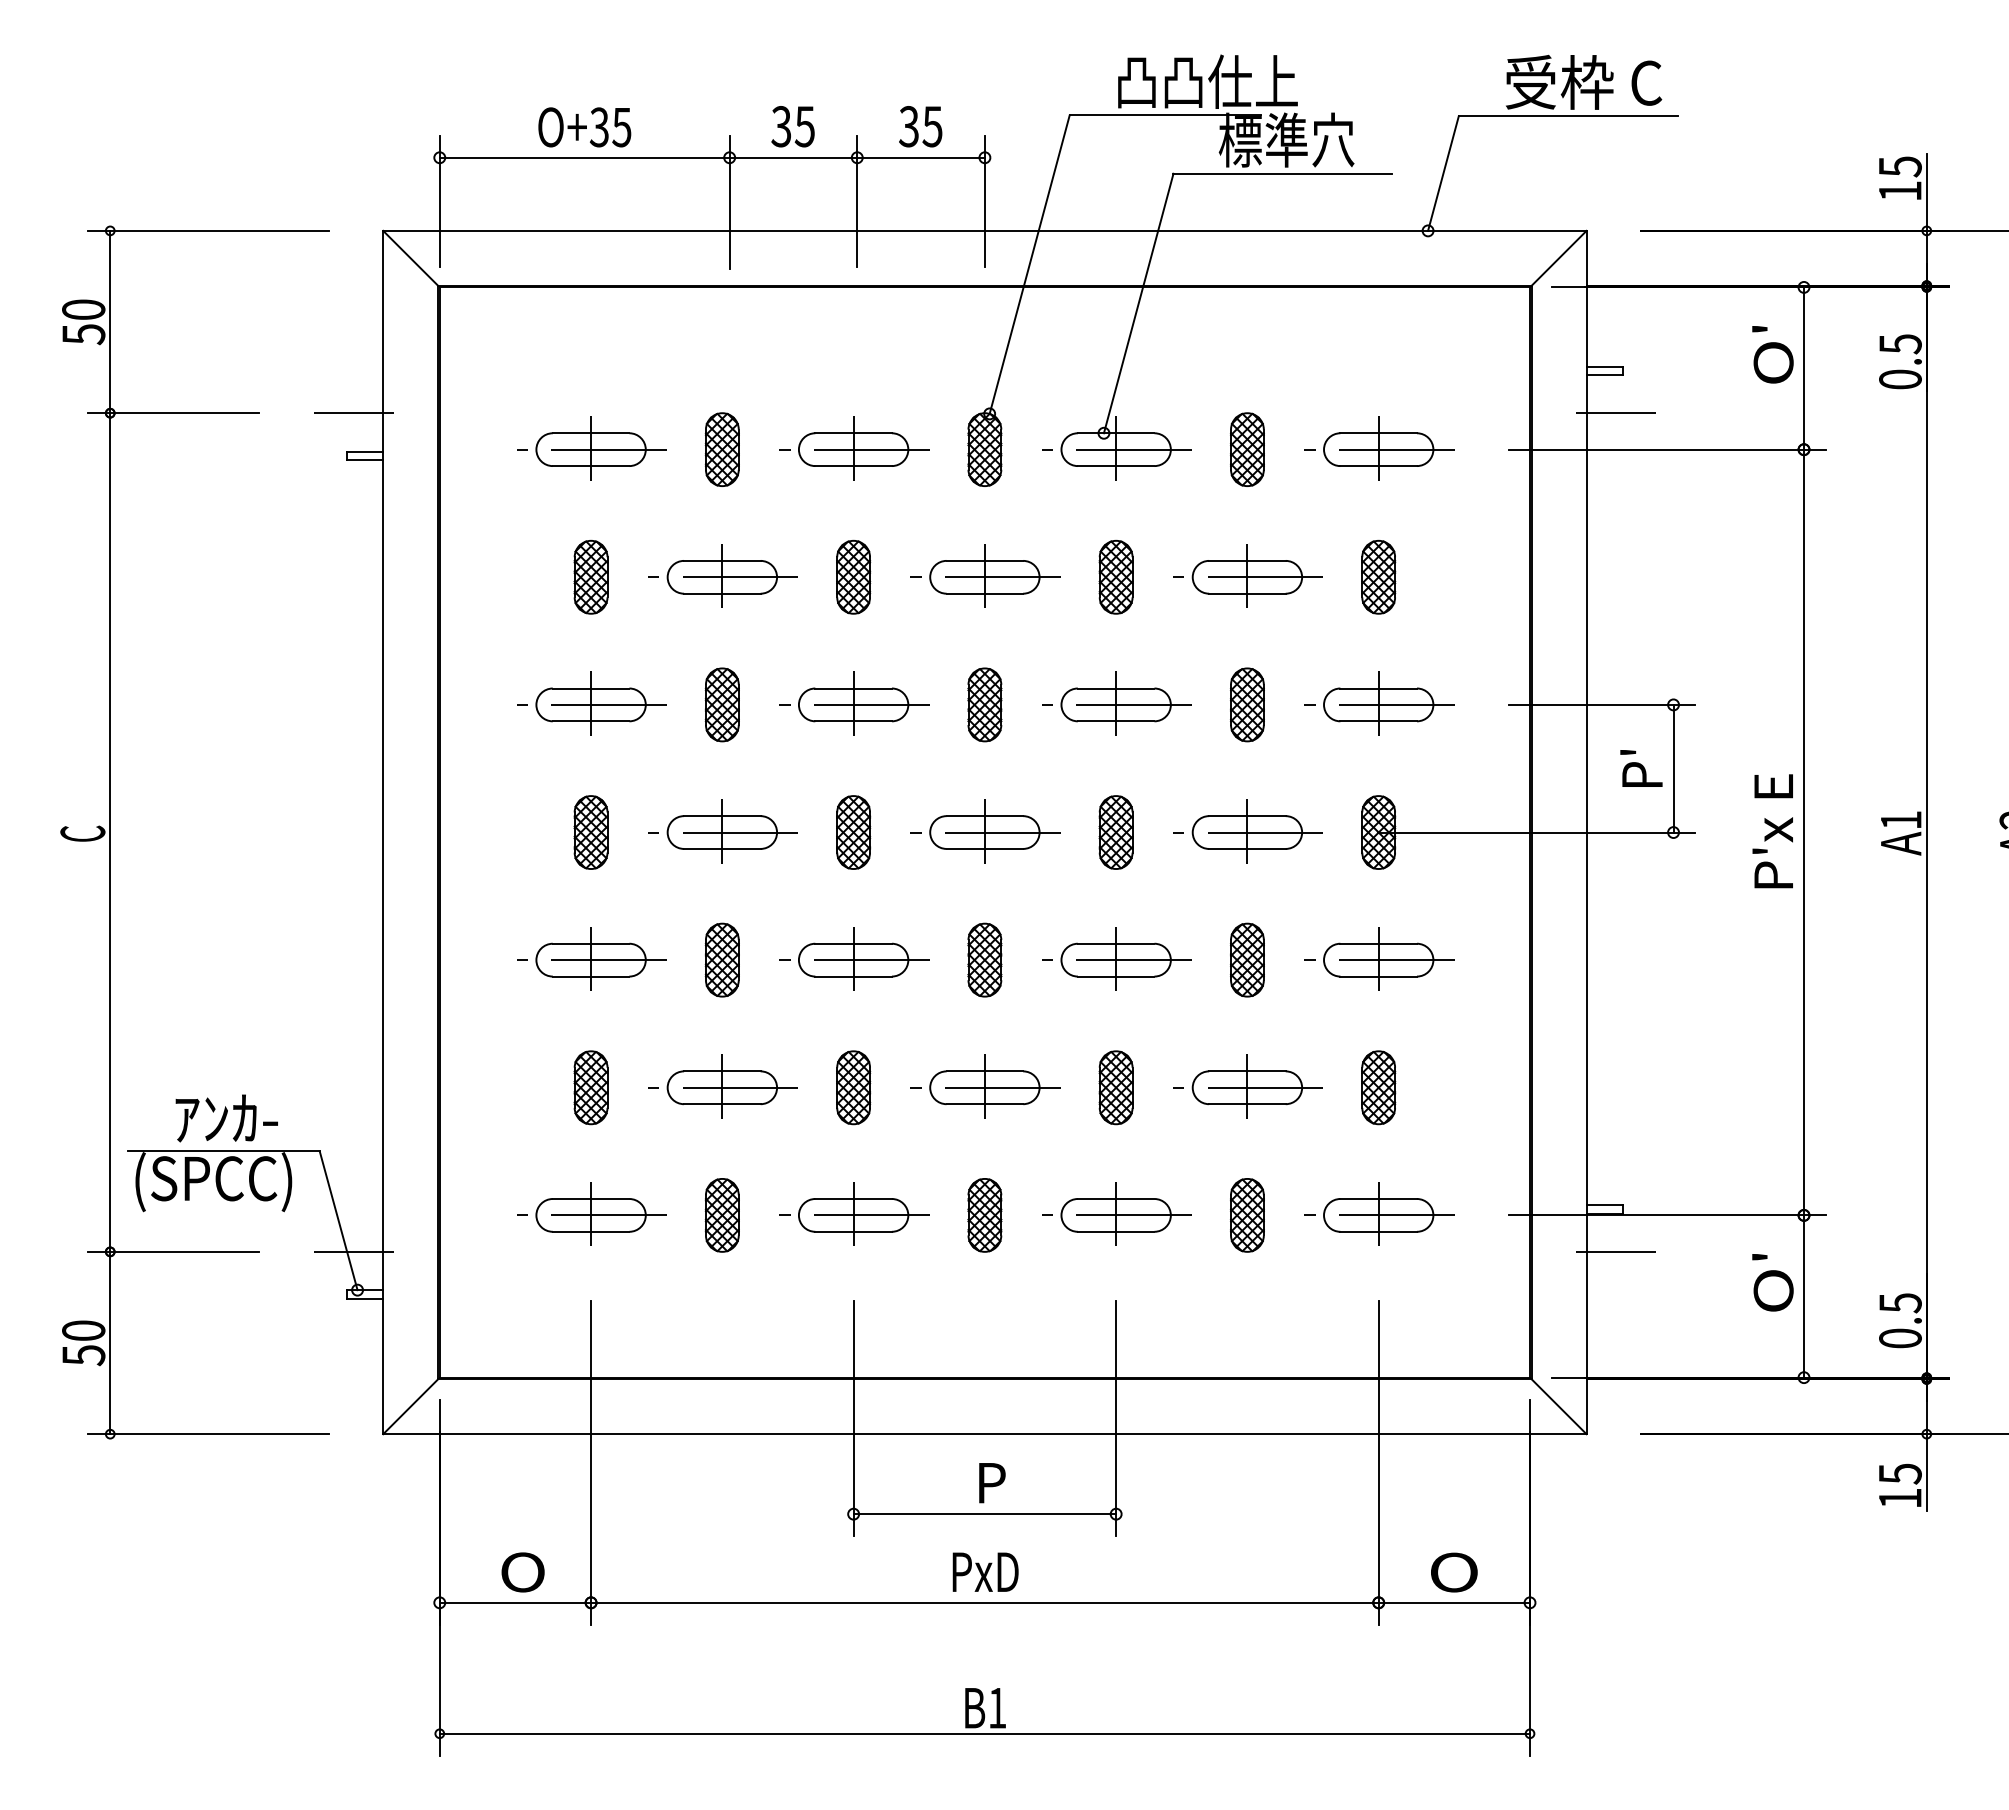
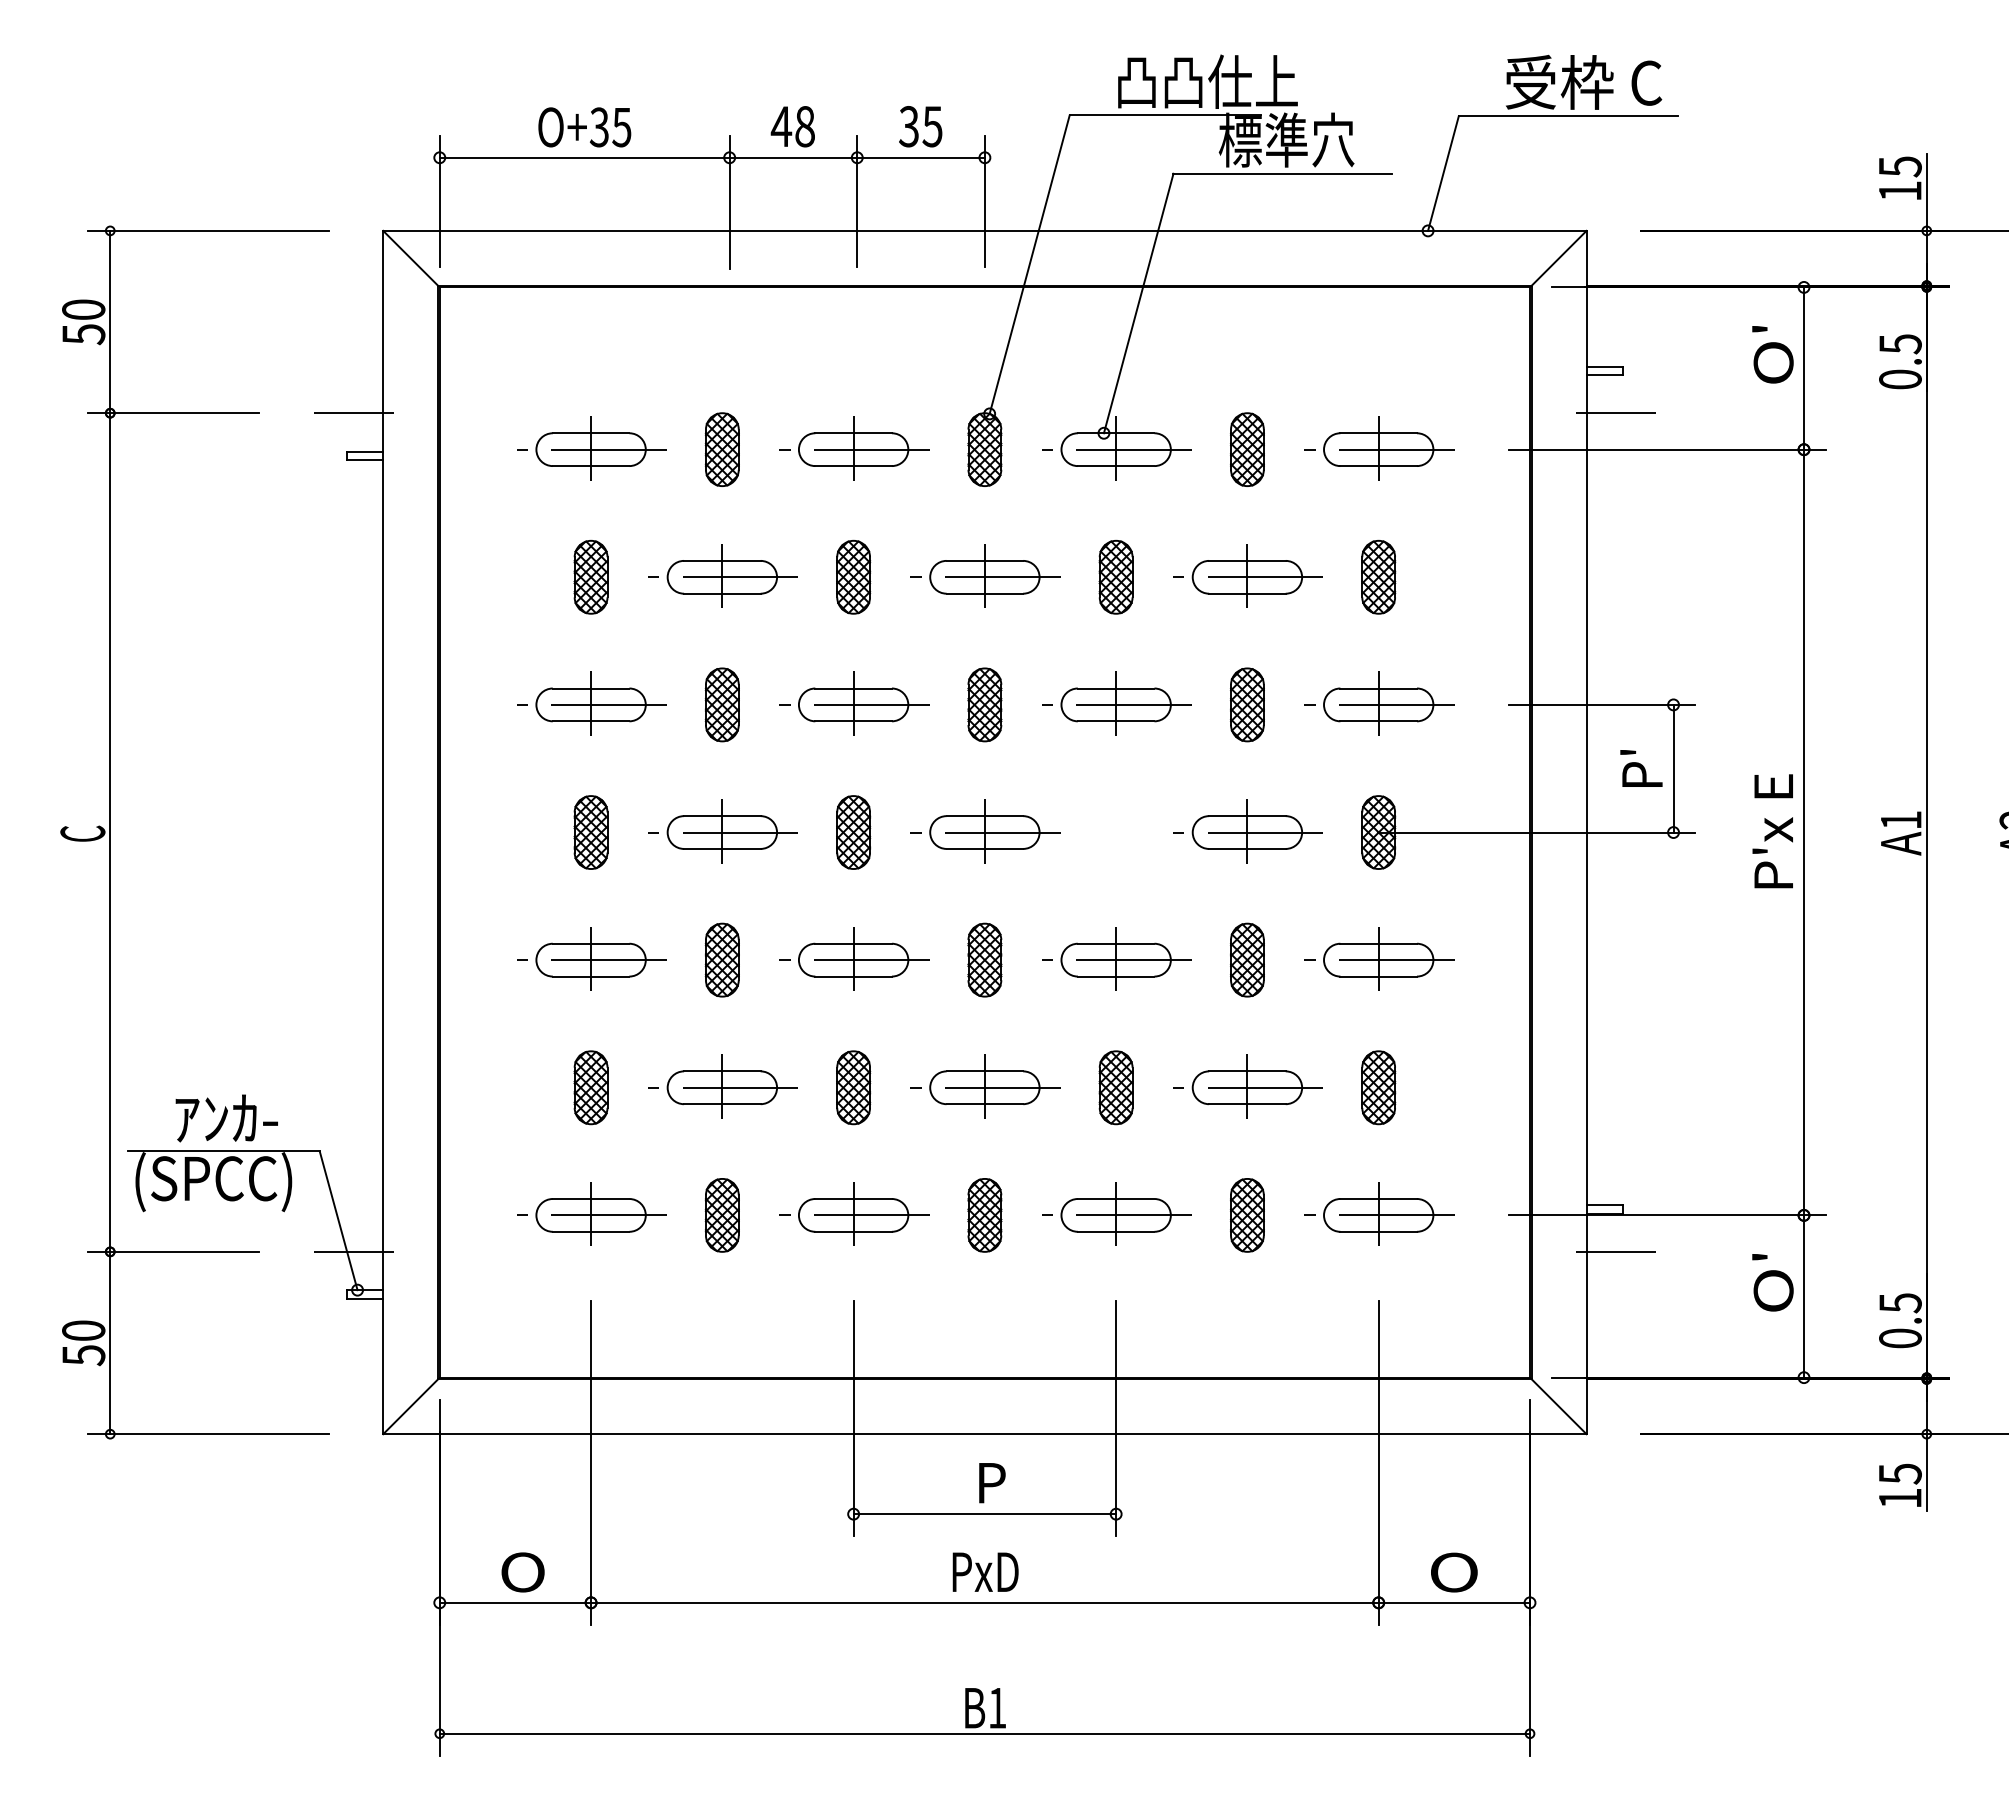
text at (792, 126): 35 -> 48
part at (1115, 832): present -> none
